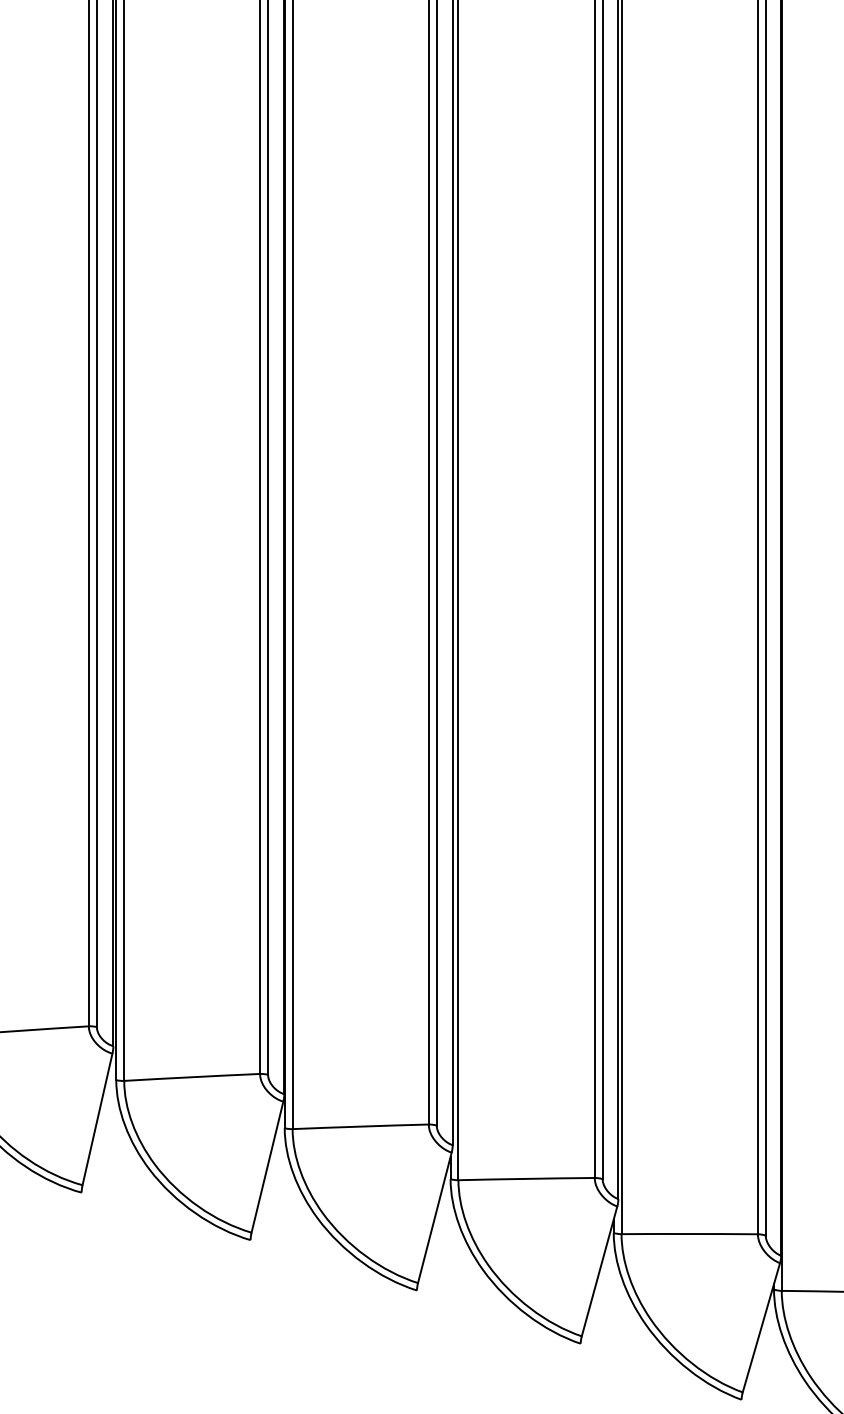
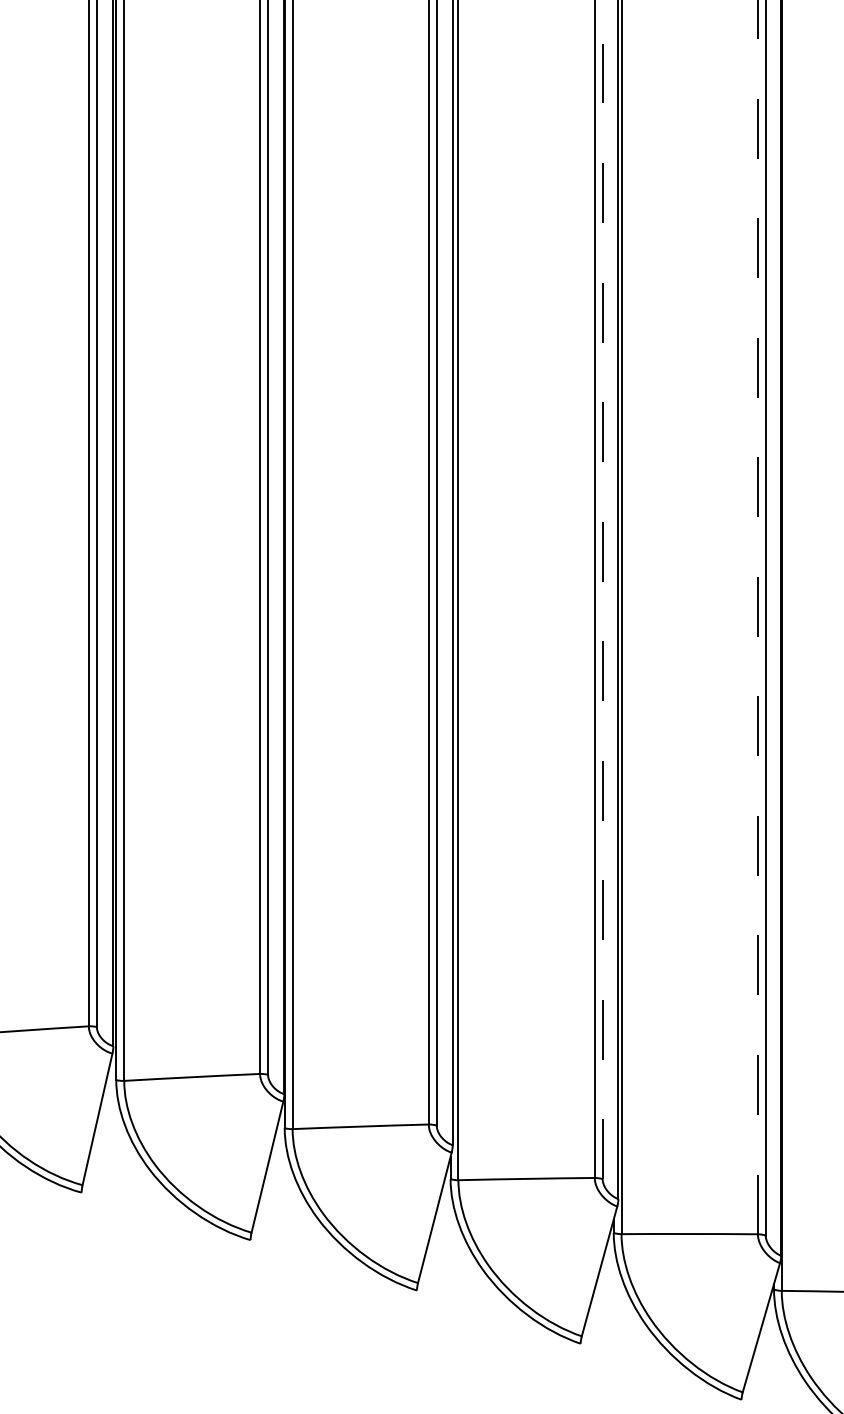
line at (602, 589): solid -> dashed
line at (757, 617): solid -> dashed
